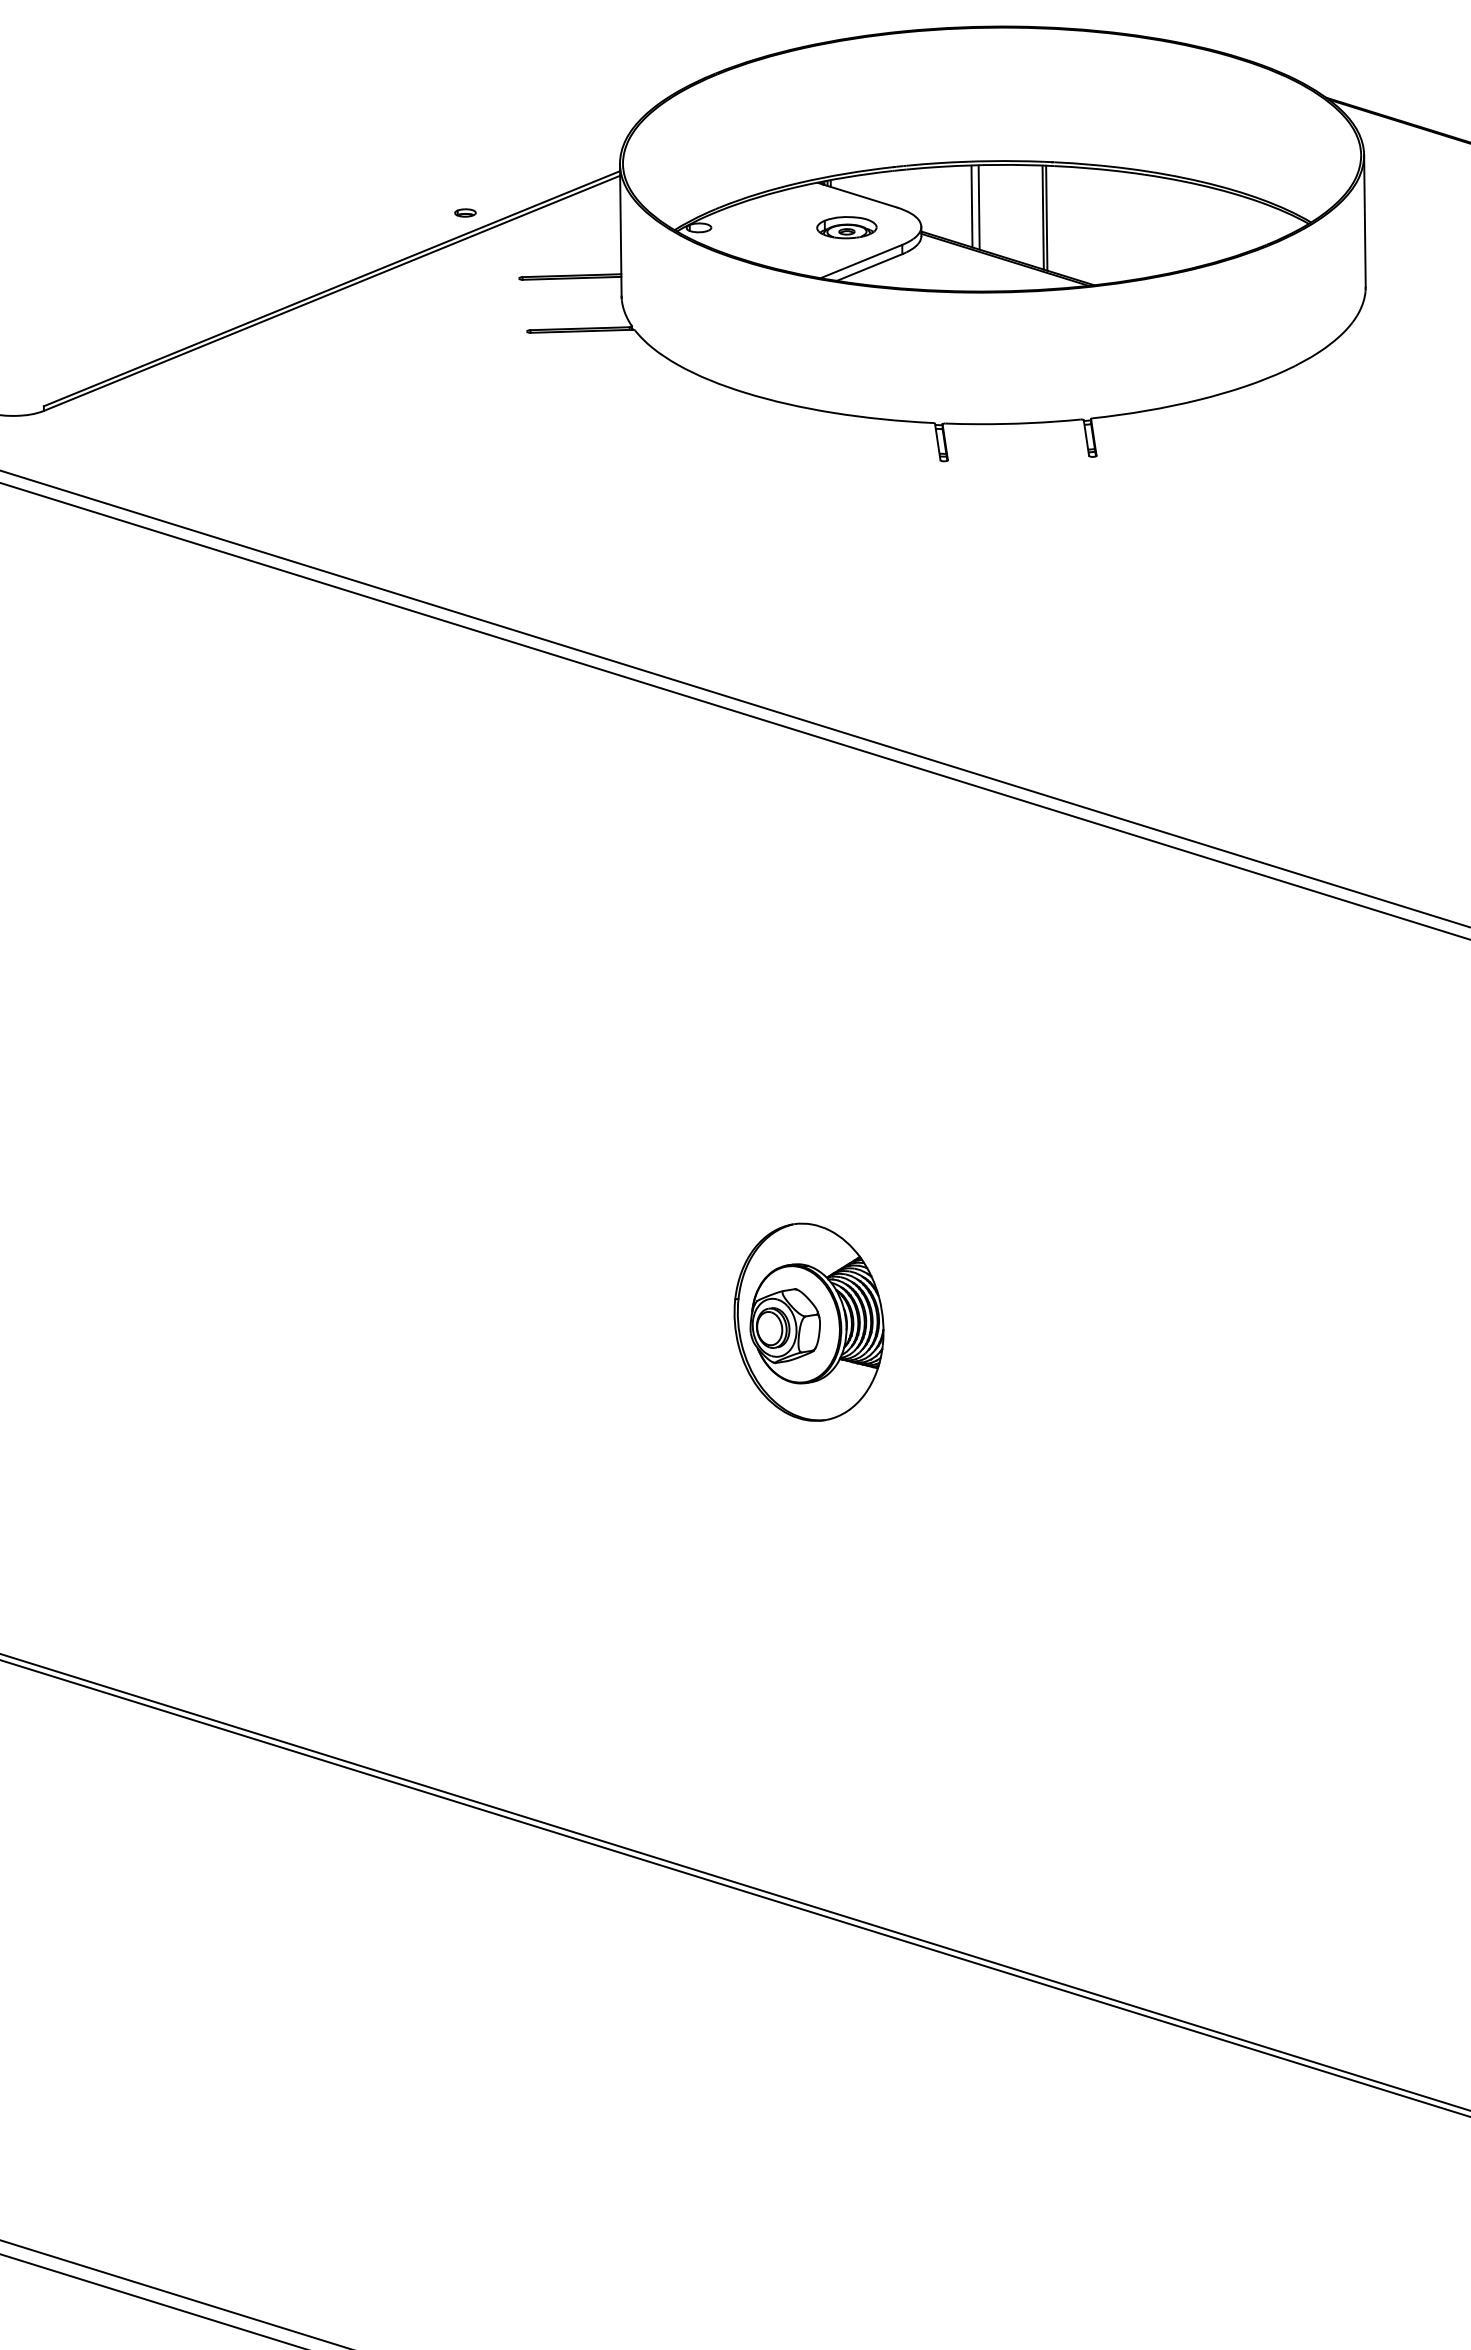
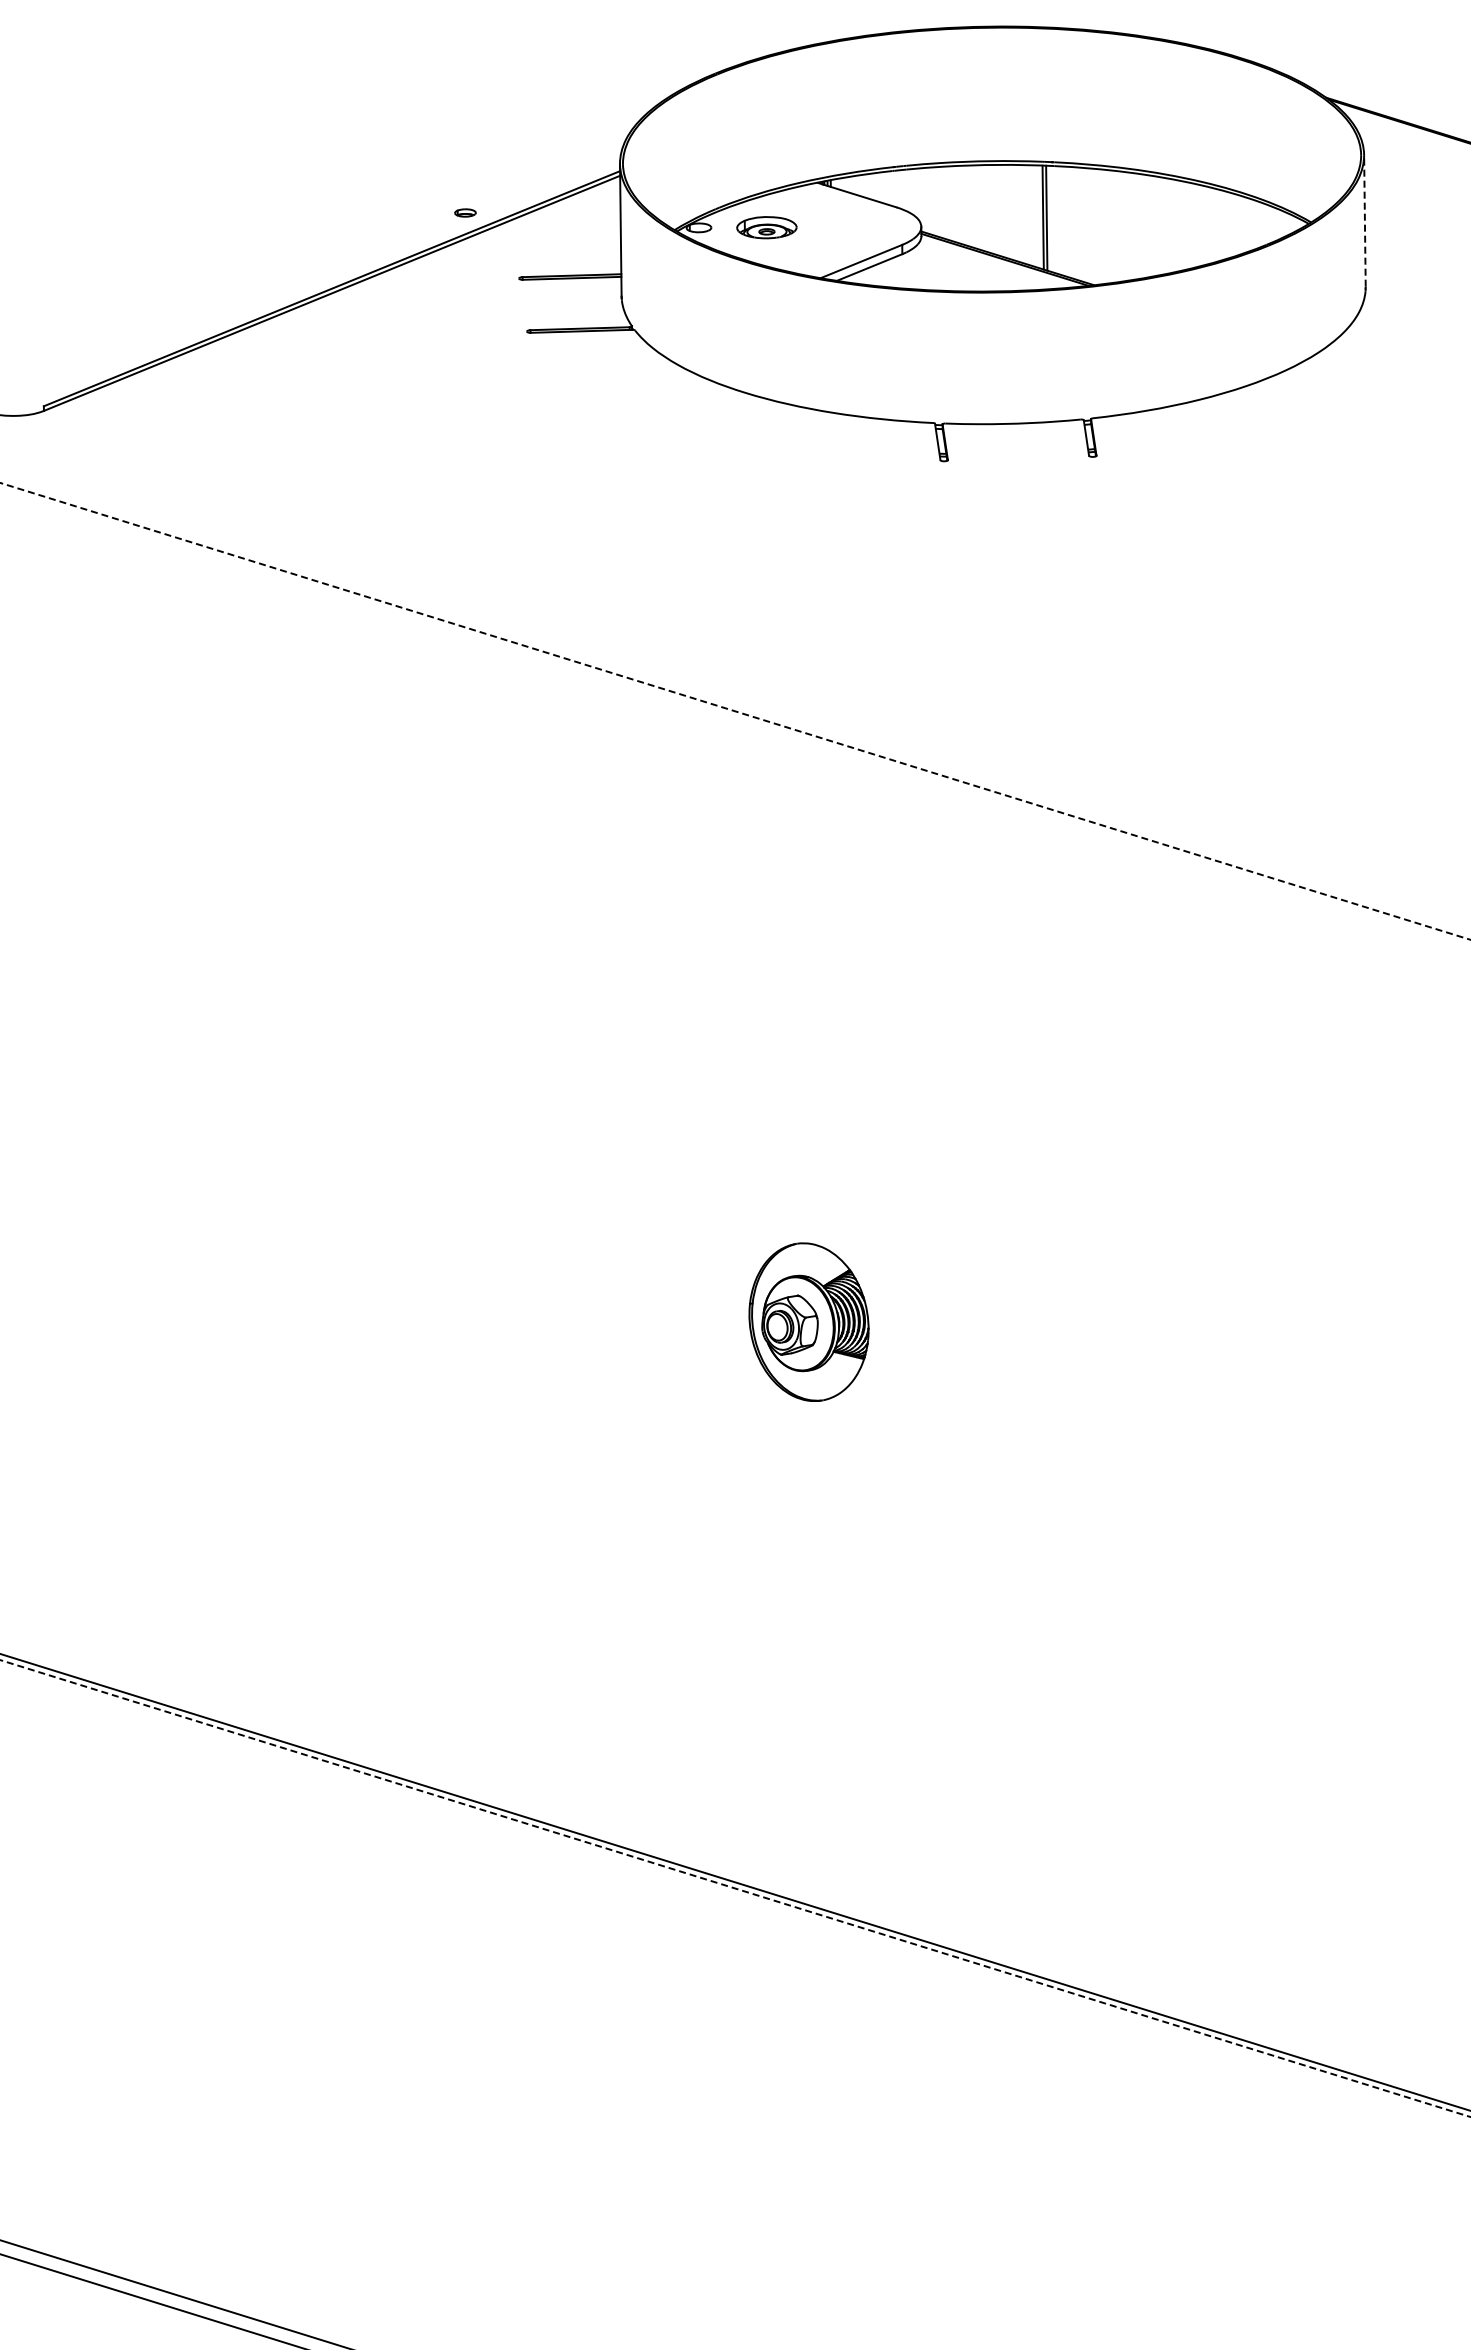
line at (971, 206): present -> none
line at (978, 207): present -> none
line at (1364, 220): solid -> dashed
part at (846, 227) position: (846, 227) -> (766, 227)
line at (734, 698): present -> none
line at (735, 711): solid -> dashed
part at (808, 1321) size: 152x200 px -> 122x160 px
line at (736, 1888): solid -> dashed
